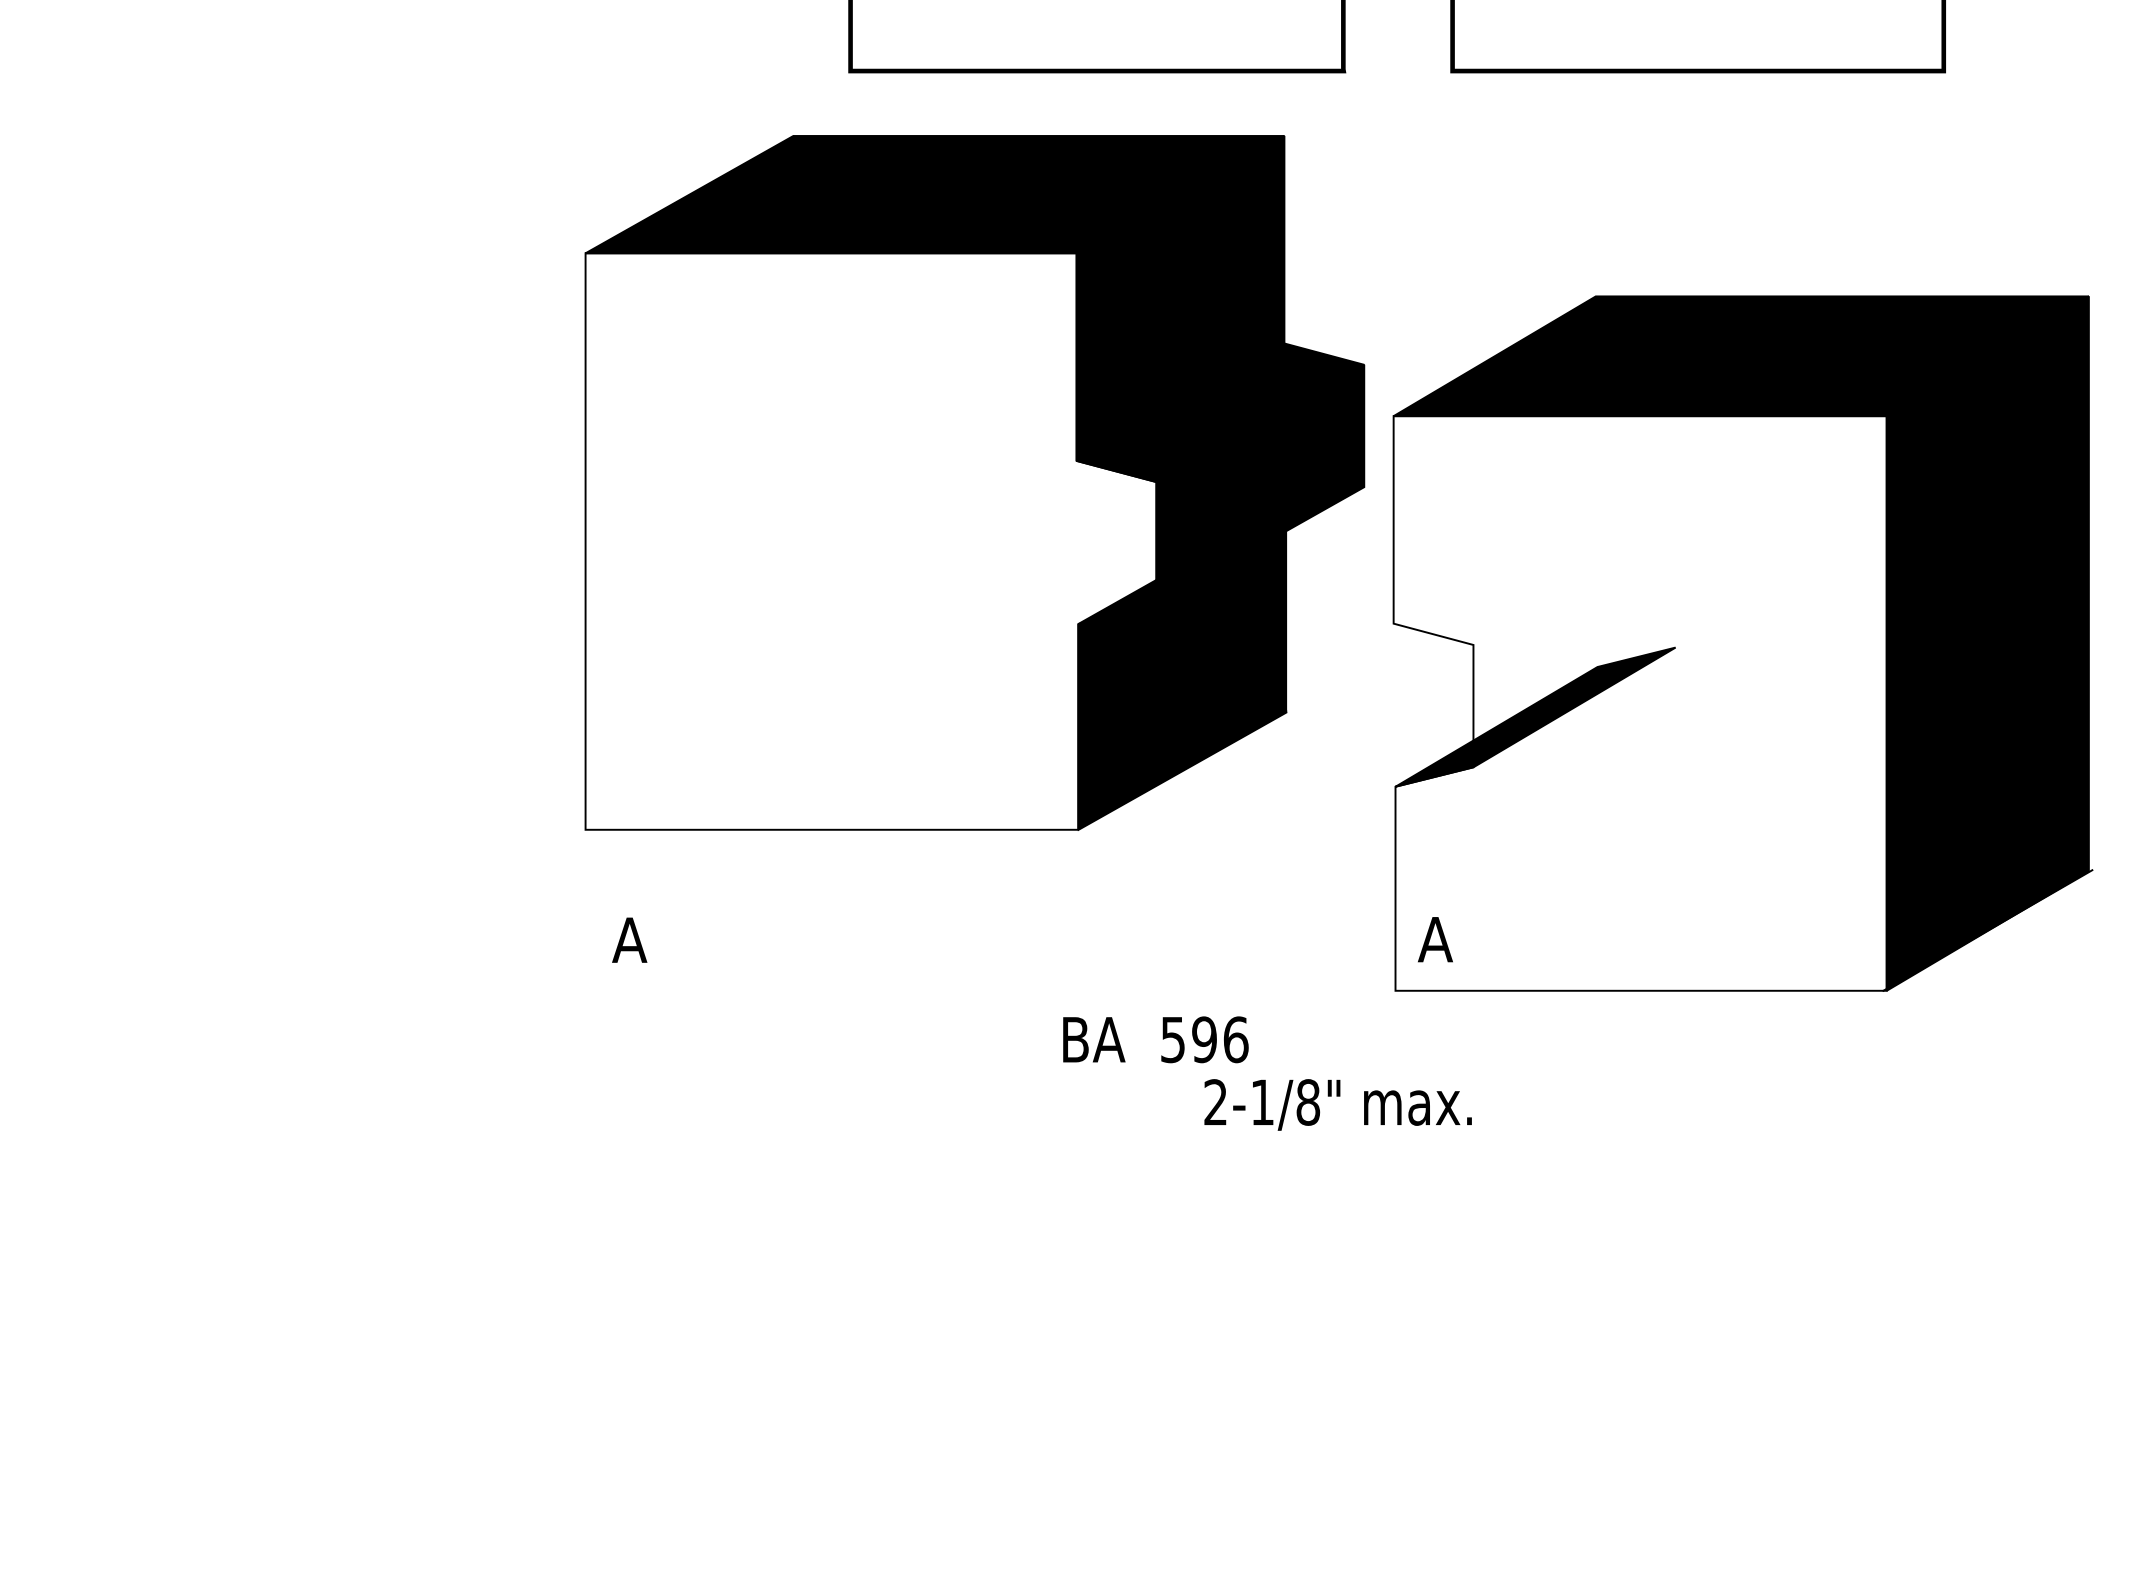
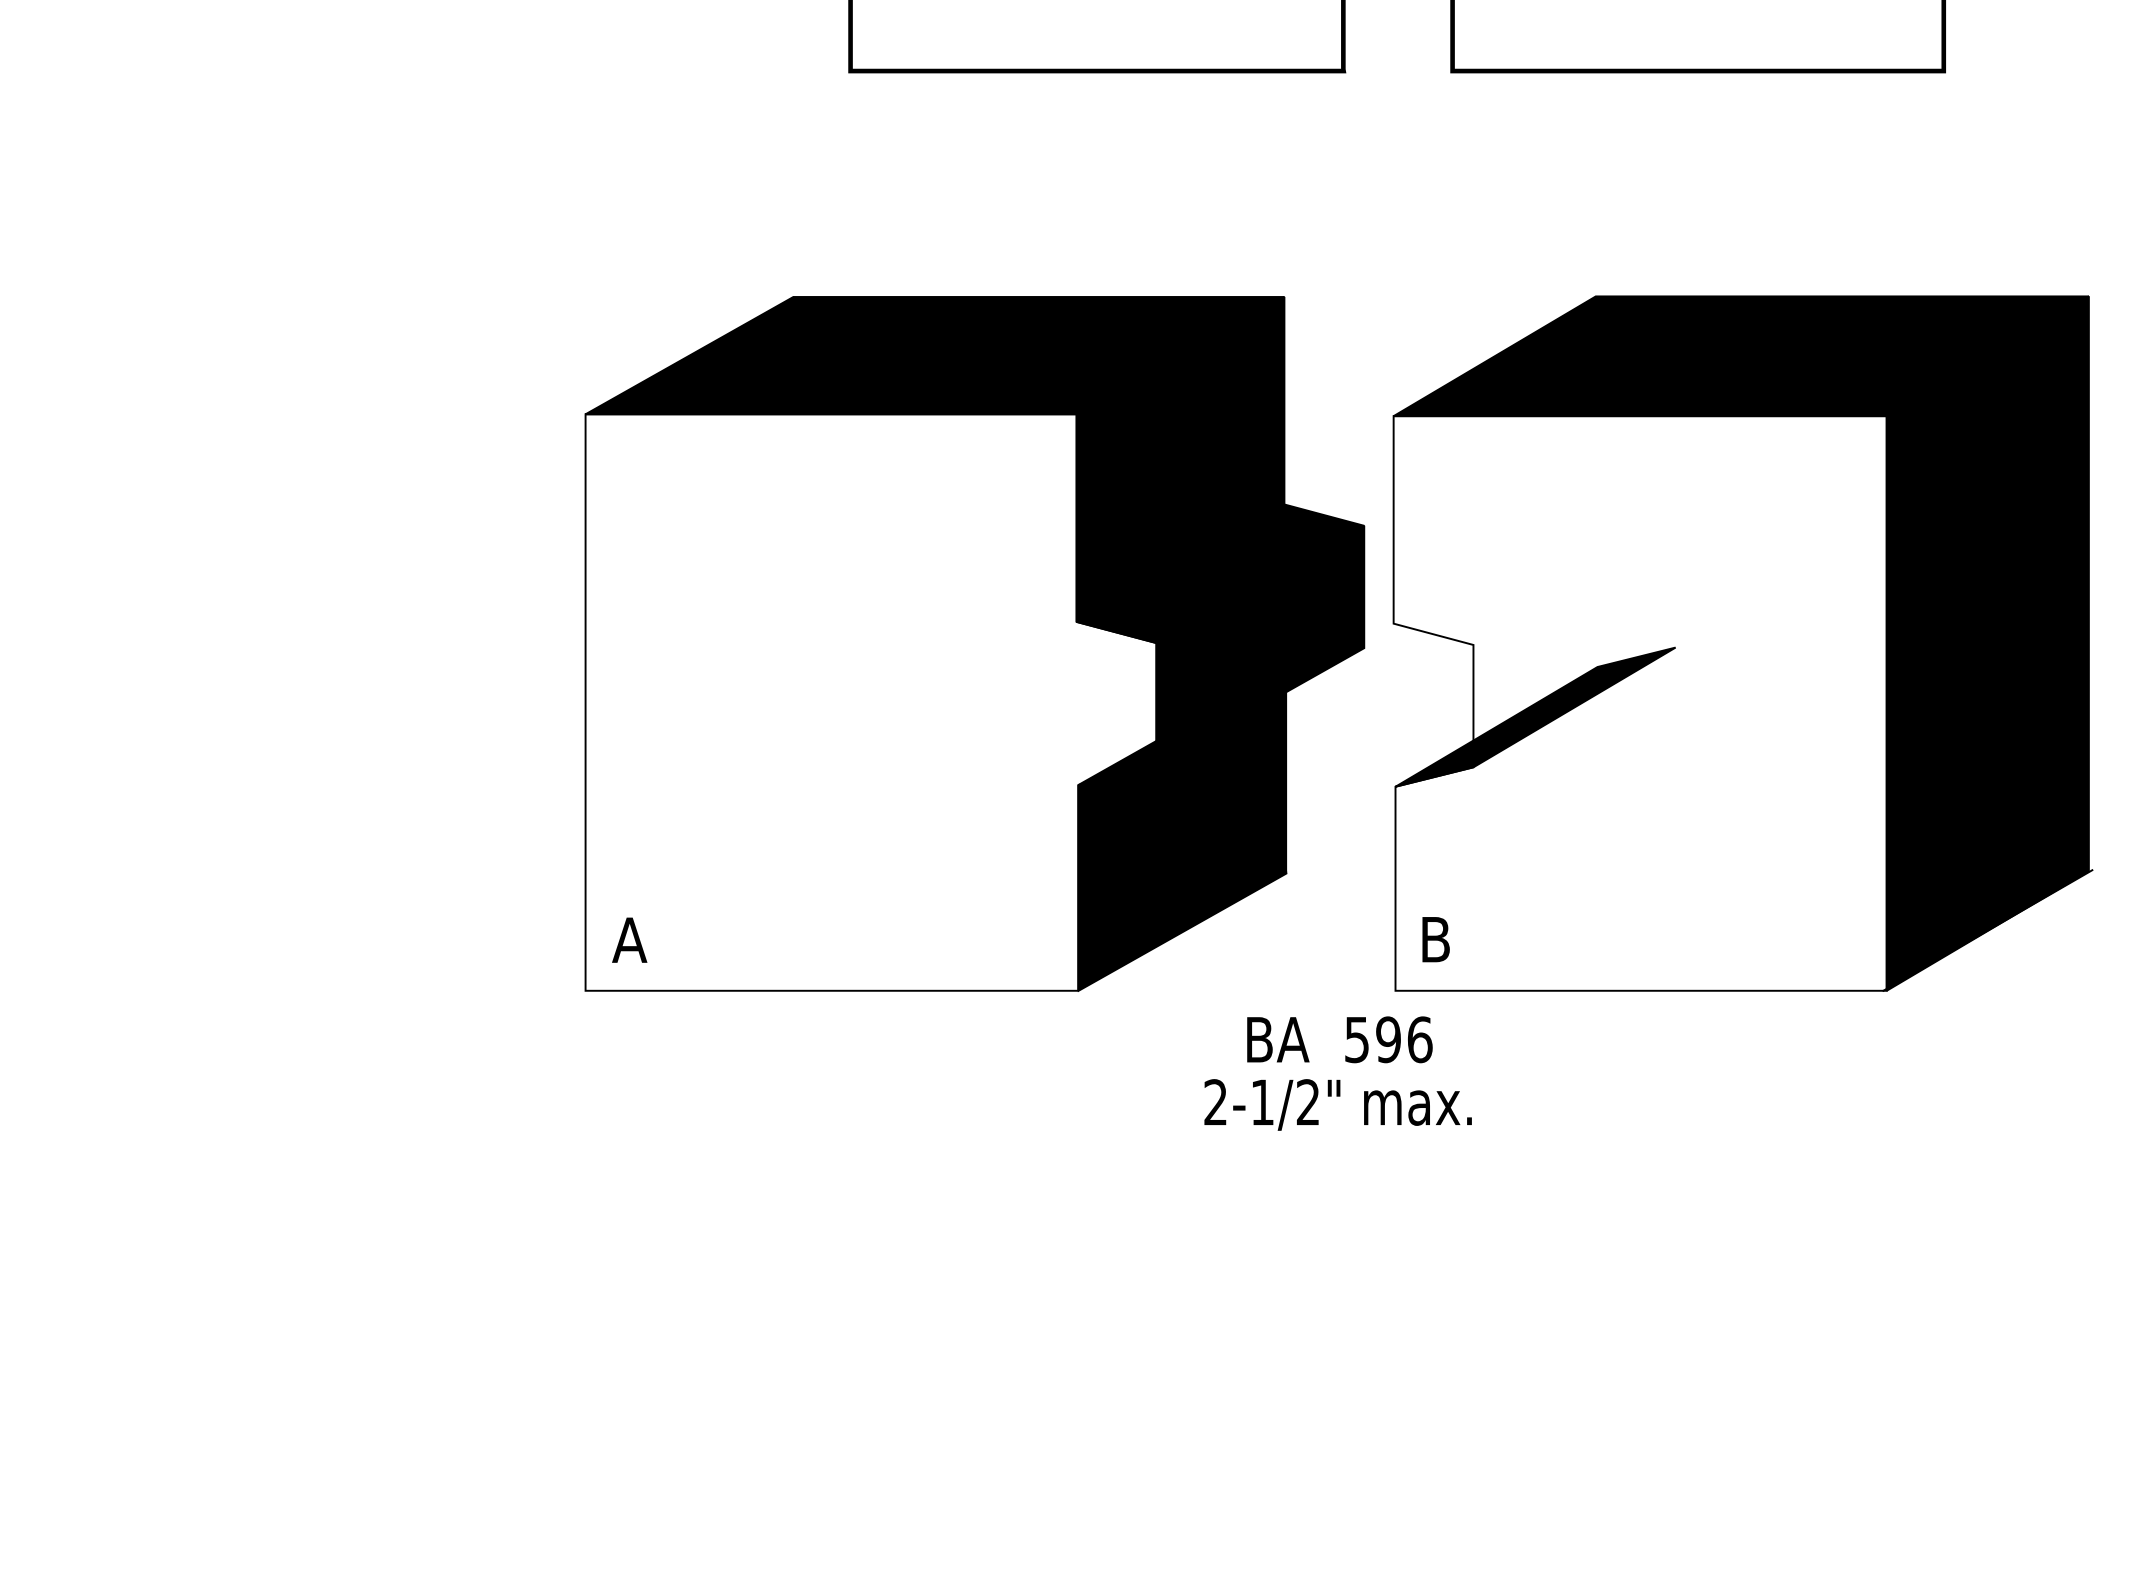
part at (974, 482) position: (974, 482) -> (974, 643)
text at (1435, 939): A -> B
text at (1155, 1039) position: (1155, 1039) -> (1339, 1039)
text at (1308, 1102): 2-1/8" -> 2-1/2"
